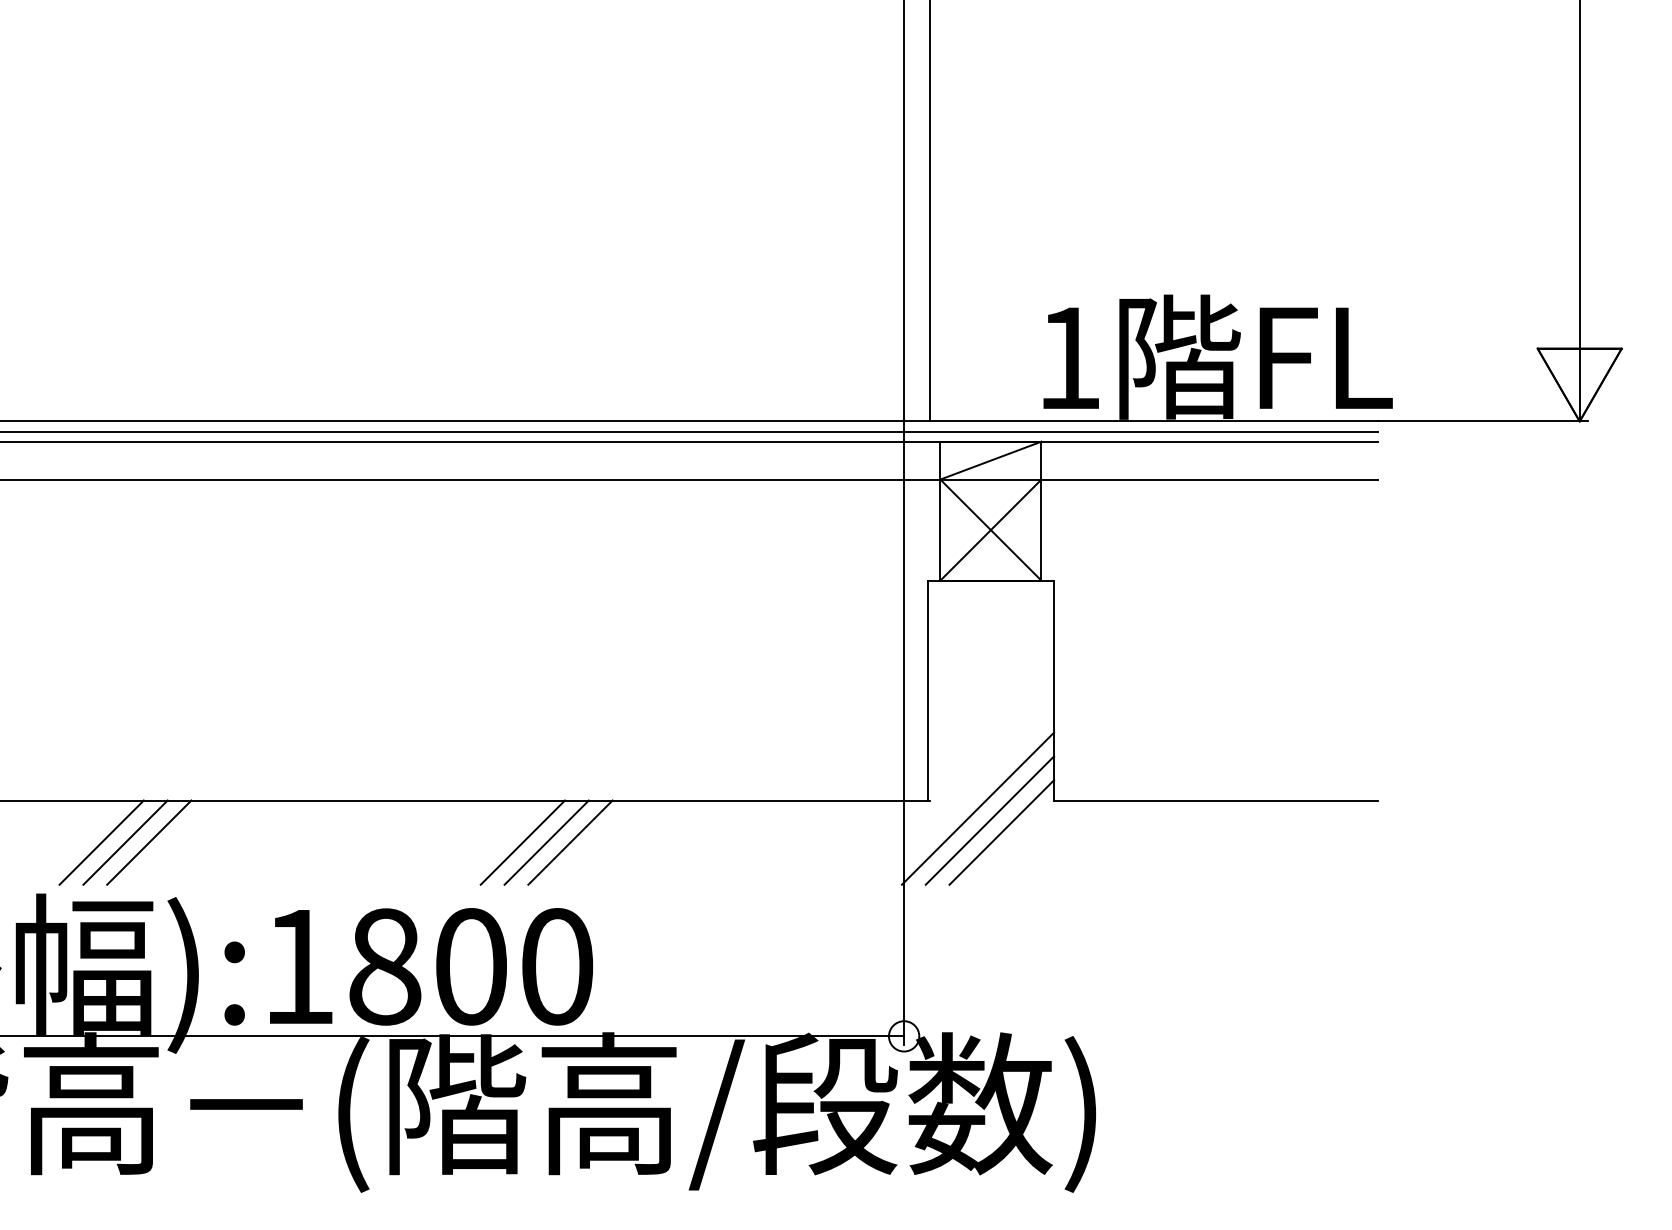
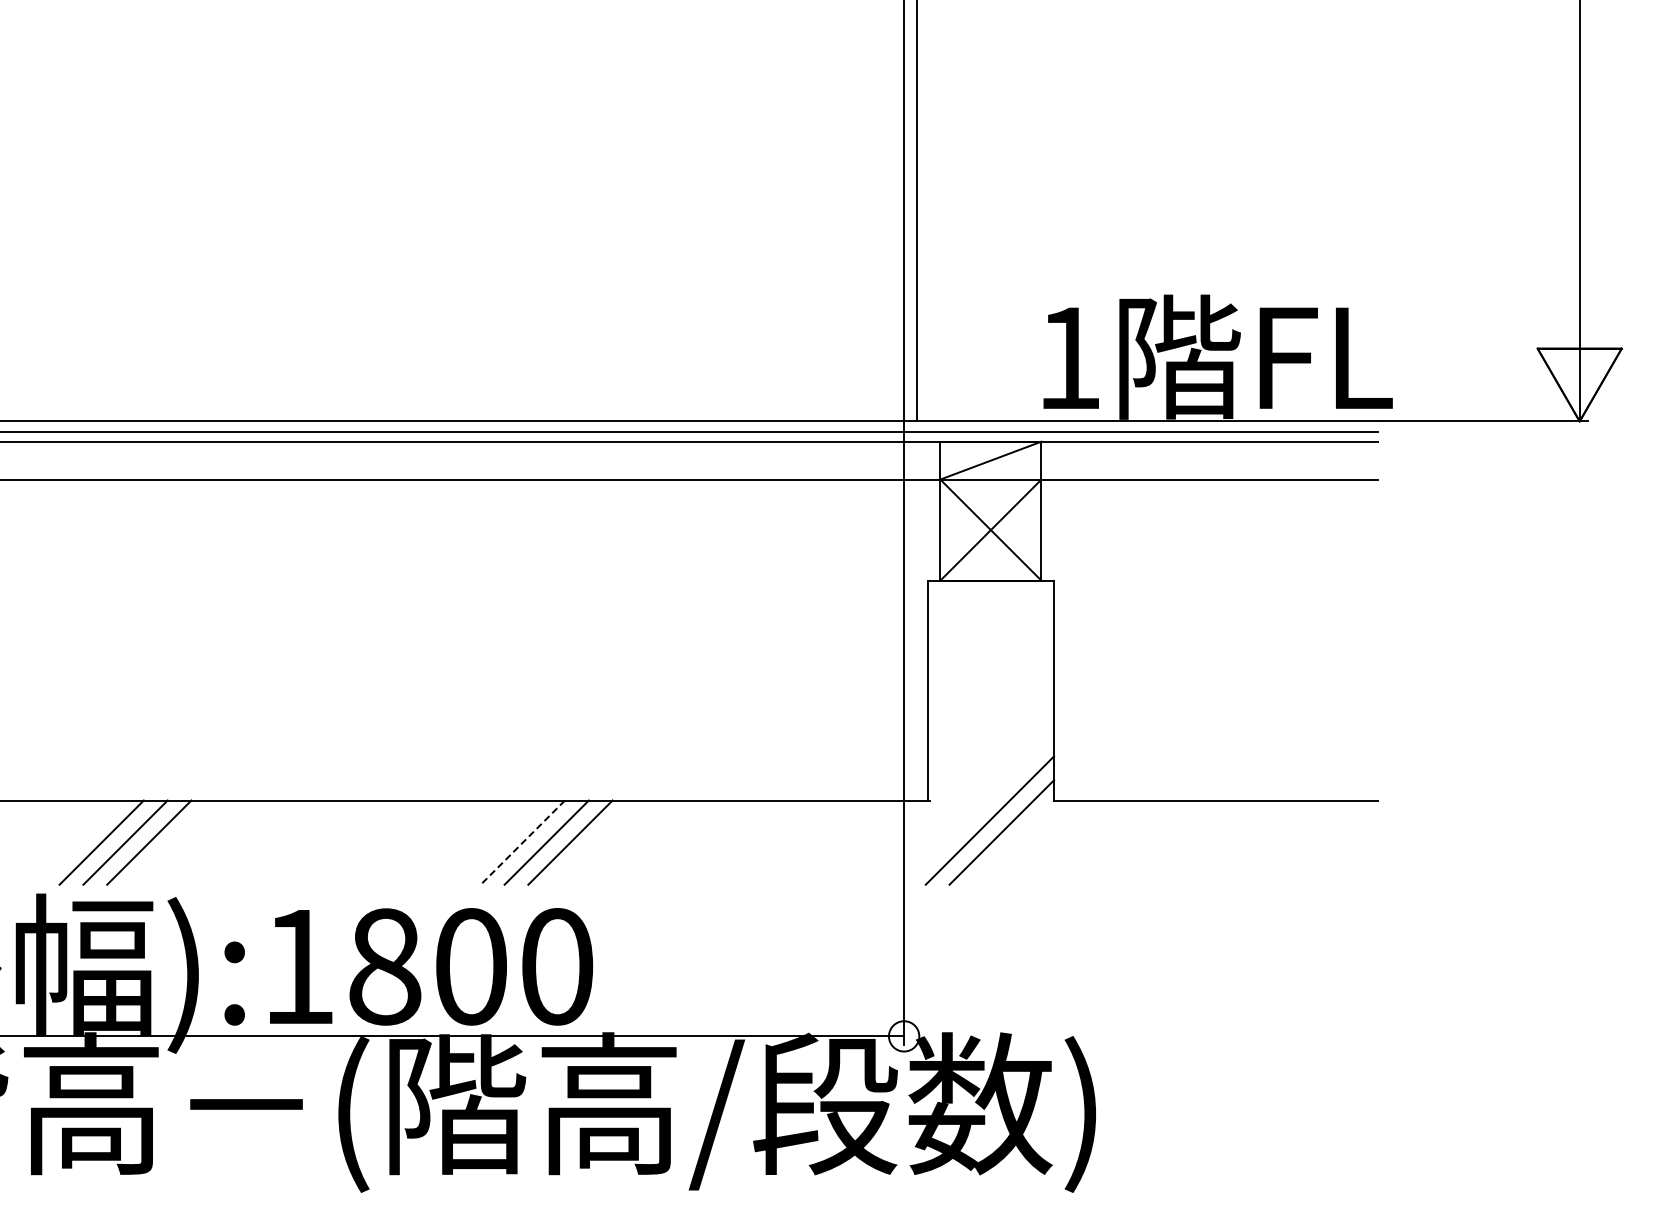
line at (930, 211) position: (930, 211) -> (917, 211)
line at (977, 808): present -> none
line at (522, 842): solid -> dashed
